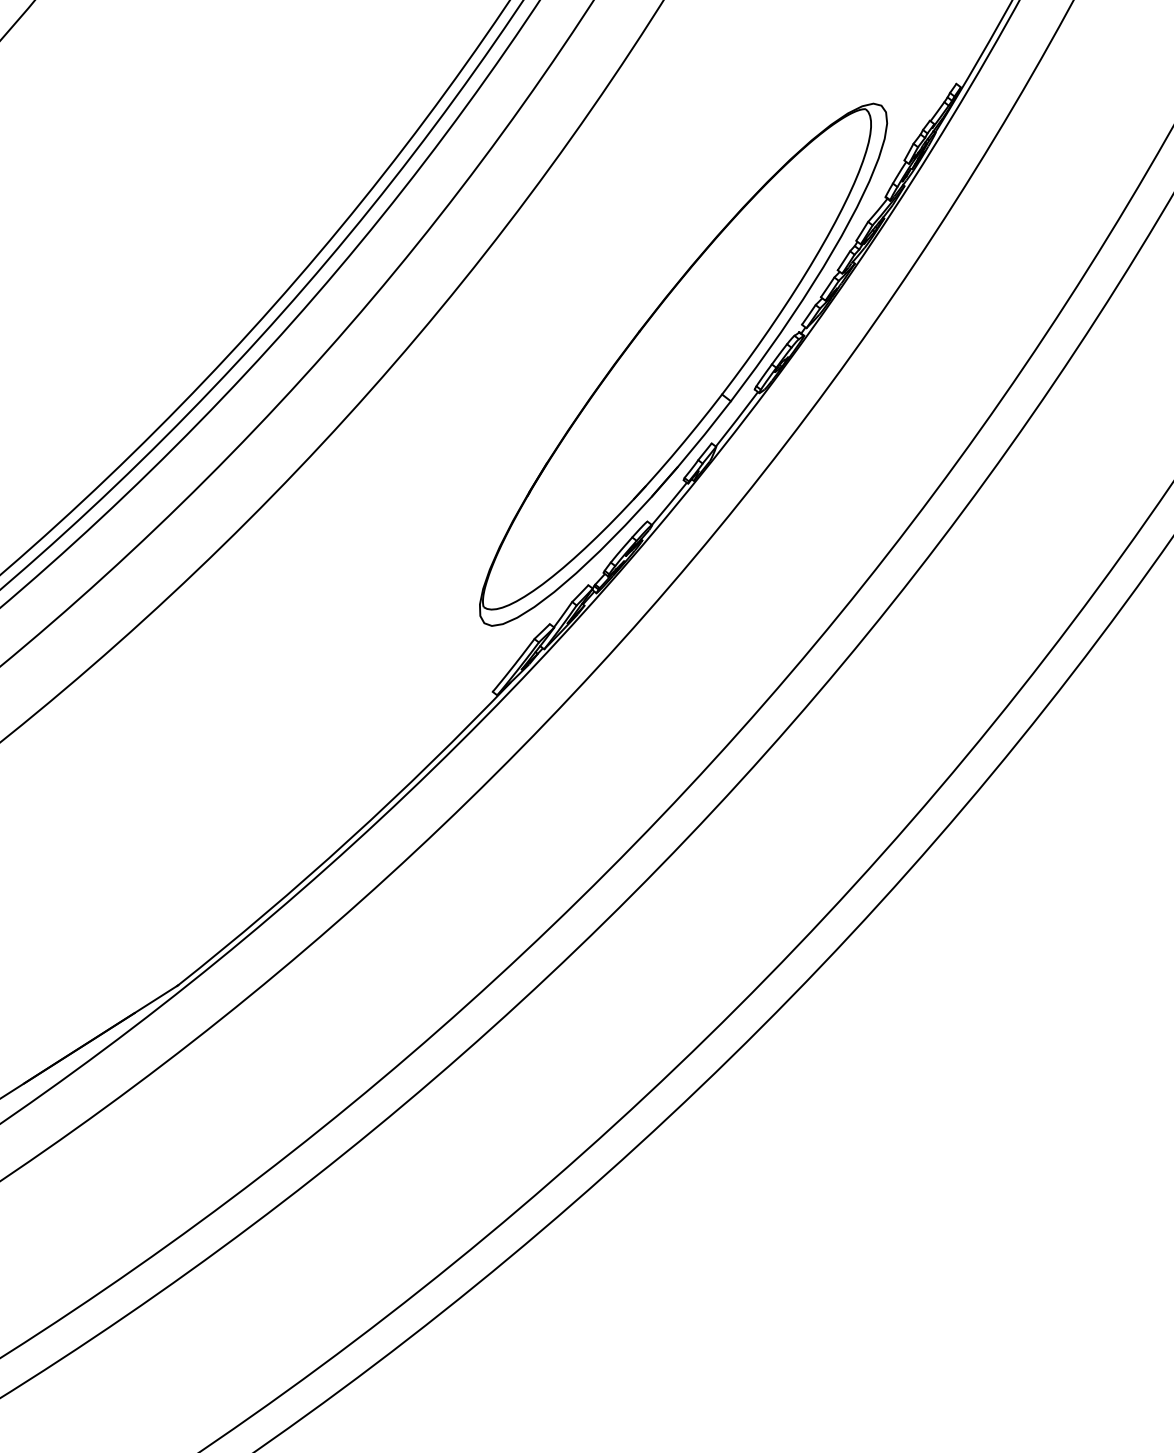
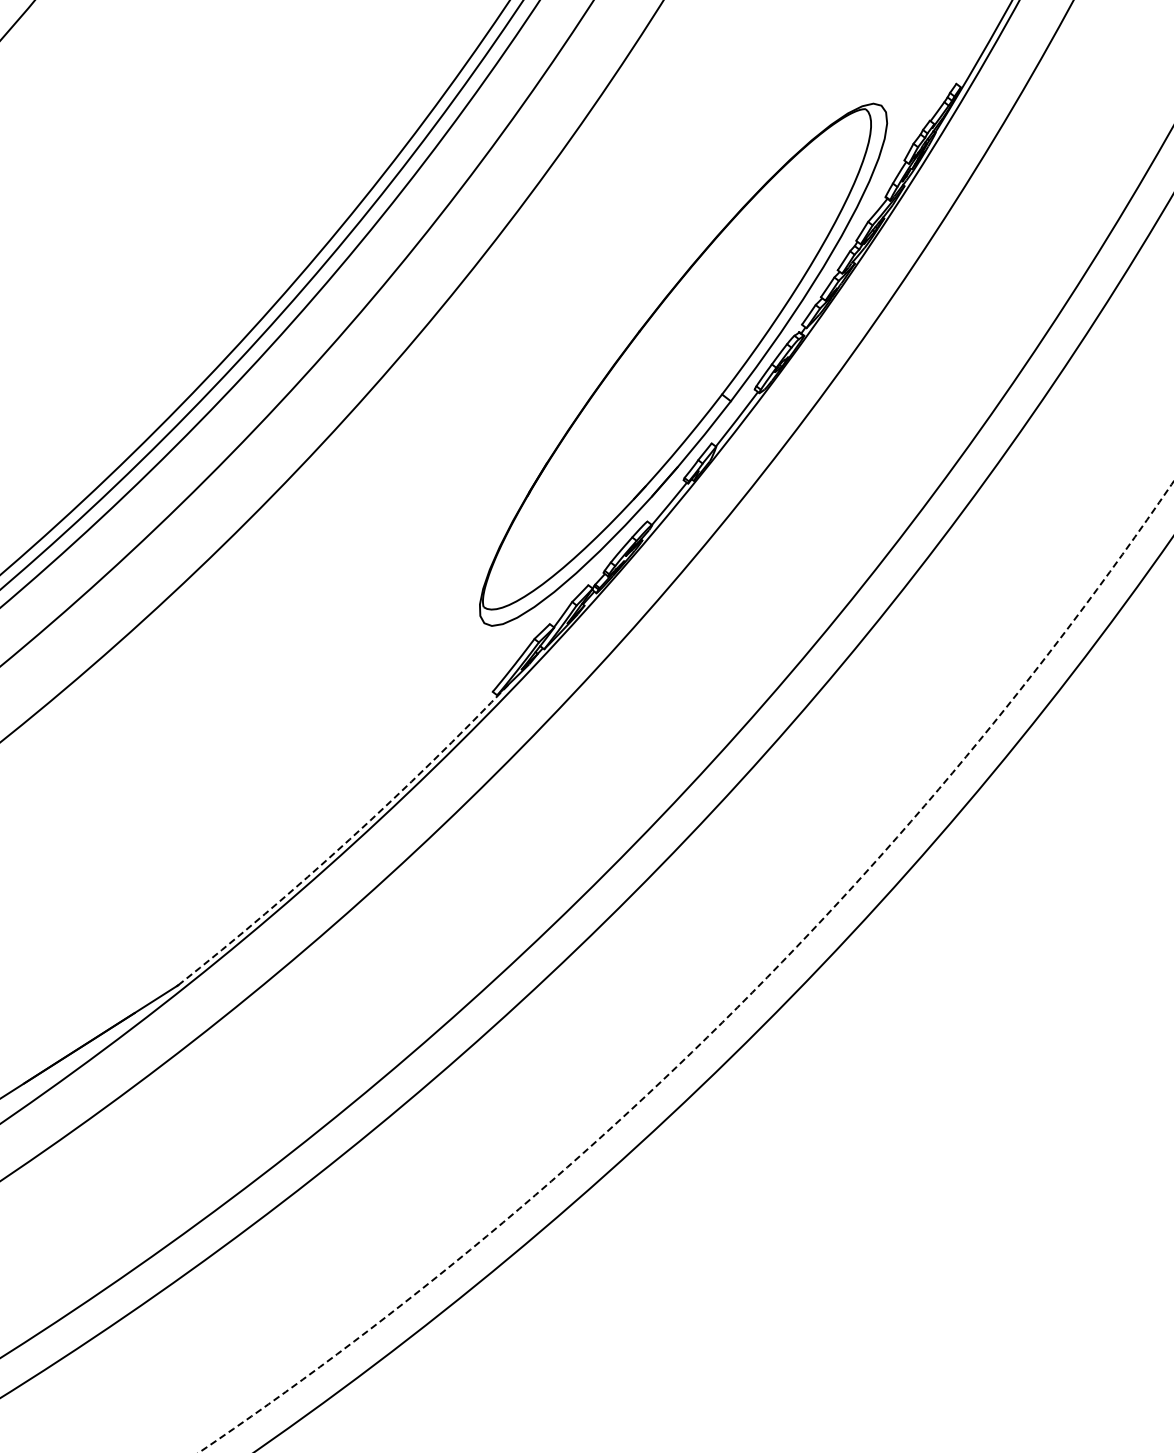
arc at (349, 839): solid -> dashed
arc at (731, 1013): solid -> dashed
